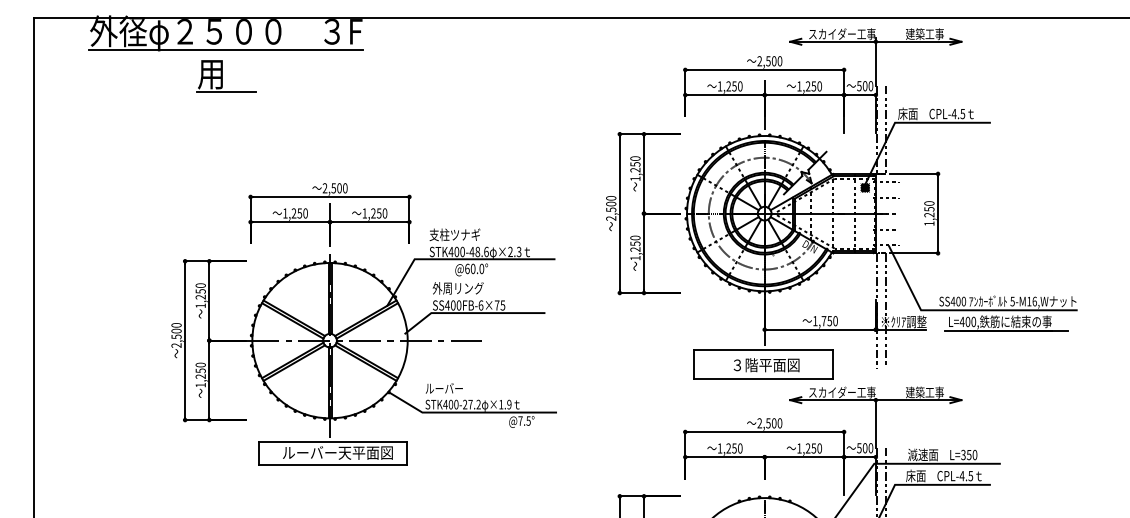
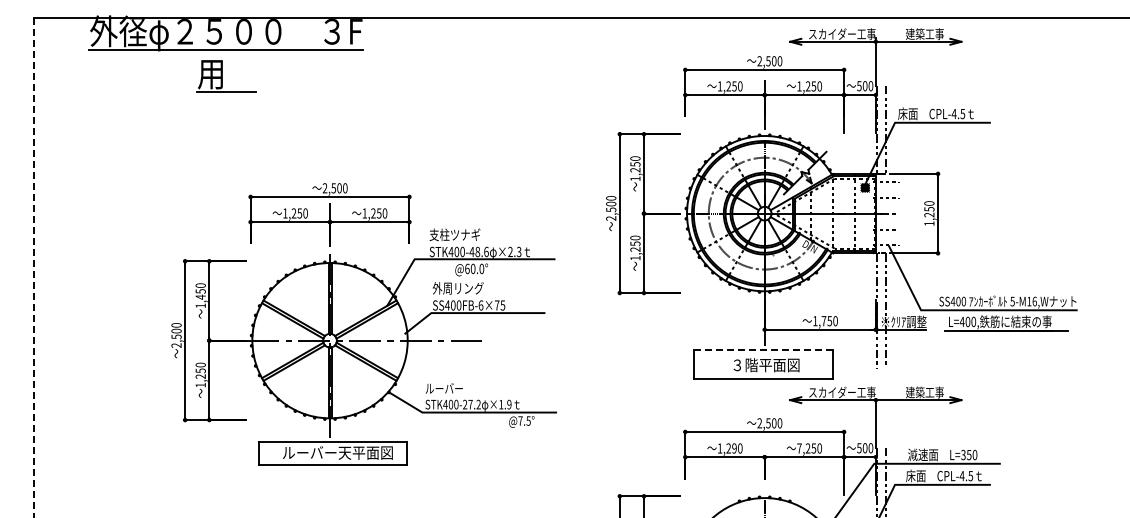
line at (33, 267): solid -> dashed
text at (200, 296): 1,250 -> 1,450
line at (763, 350): solid -> dashed
text at (734, 448): 1,250 -> 1,290
text at (799, 448): 1,250 -> 7,250
